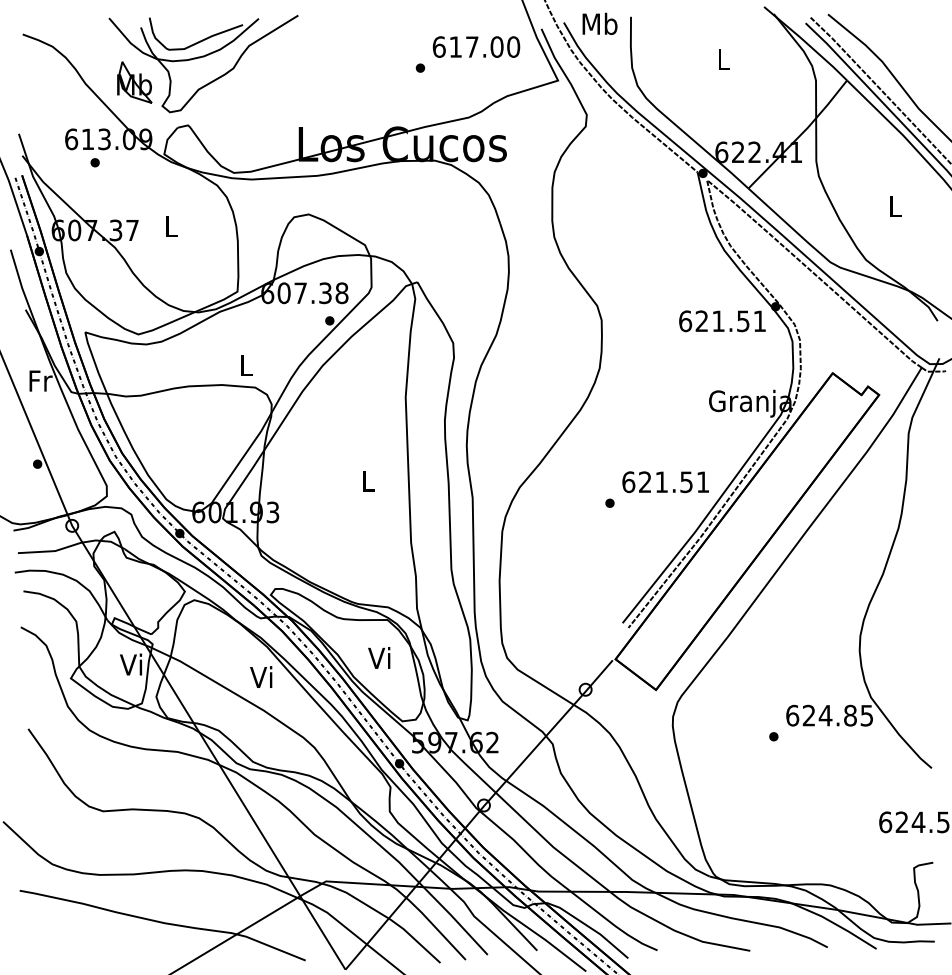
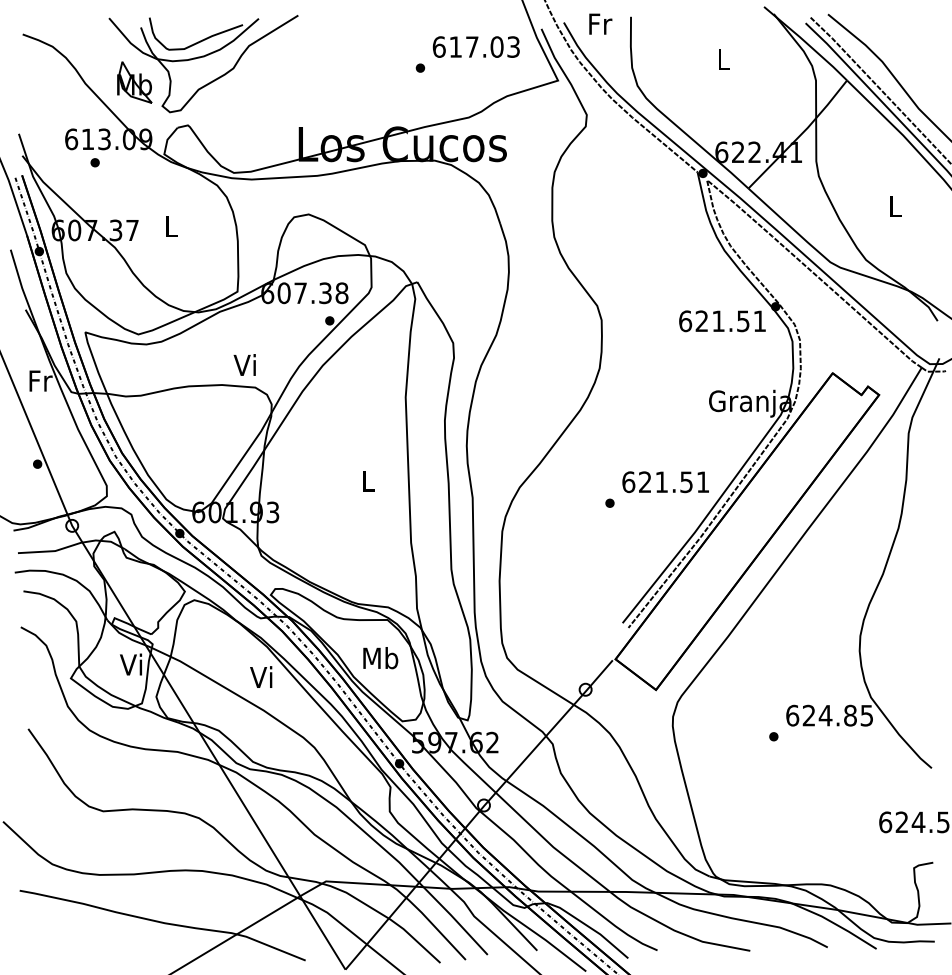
text at (599, 23): Mb -> Fr
text at (513, 46): 617.00 -> 617.03
text at (244, 364): L -> Vi
text at (380, 658): Vi -> Mb
